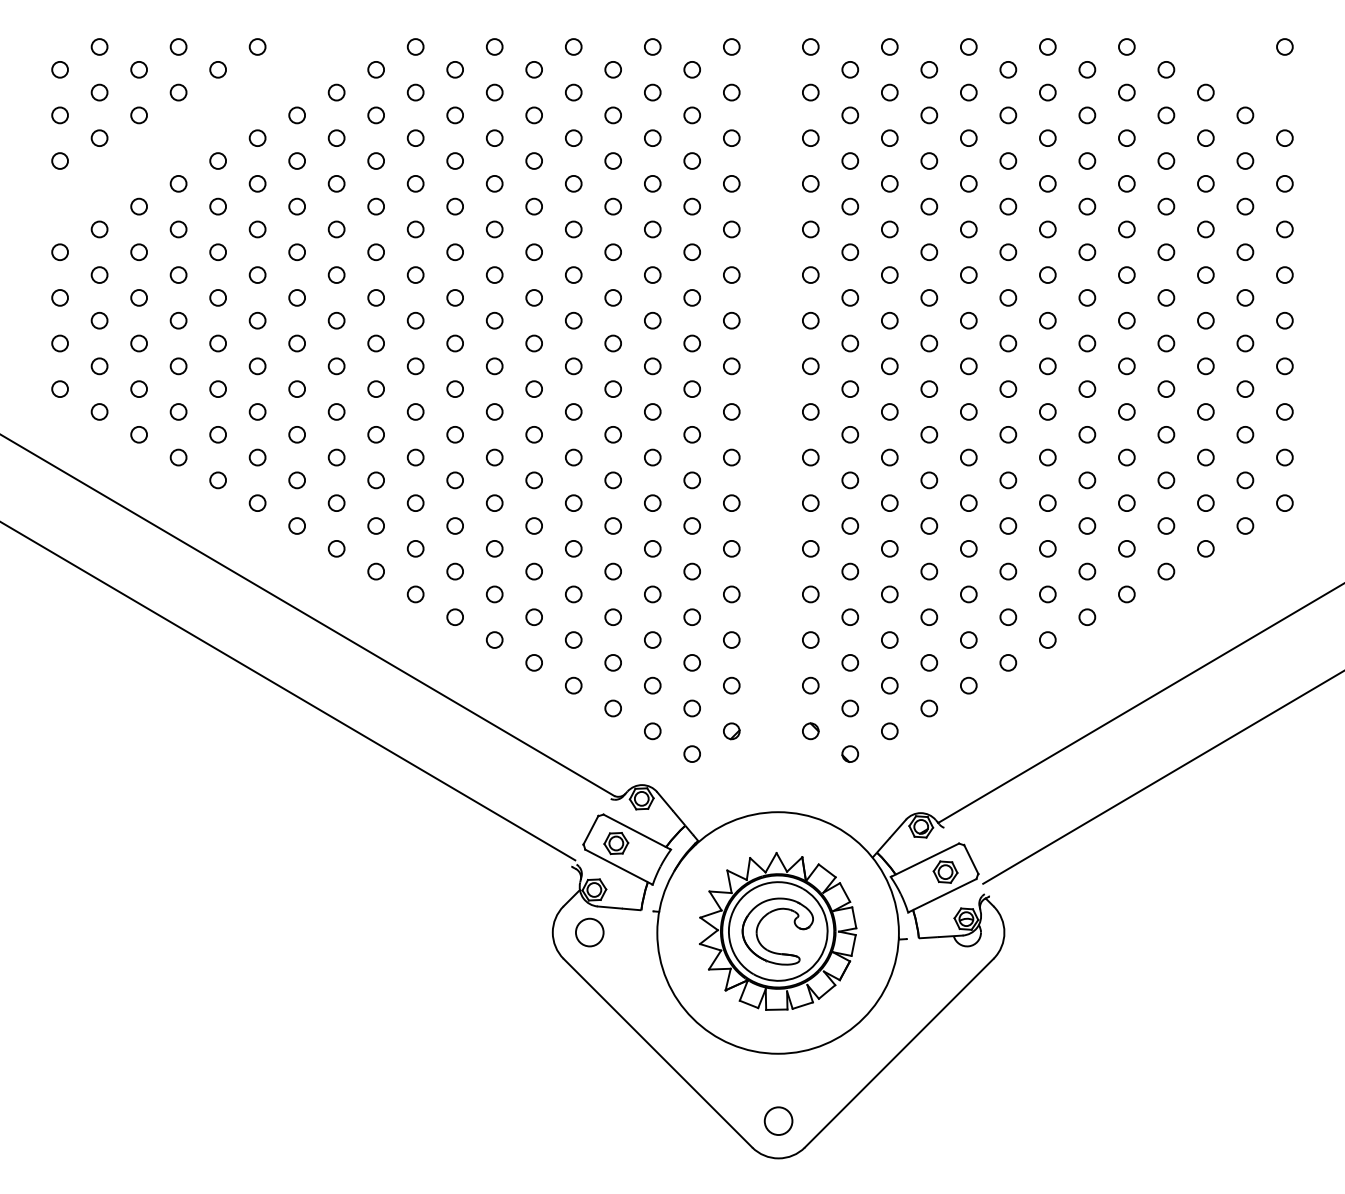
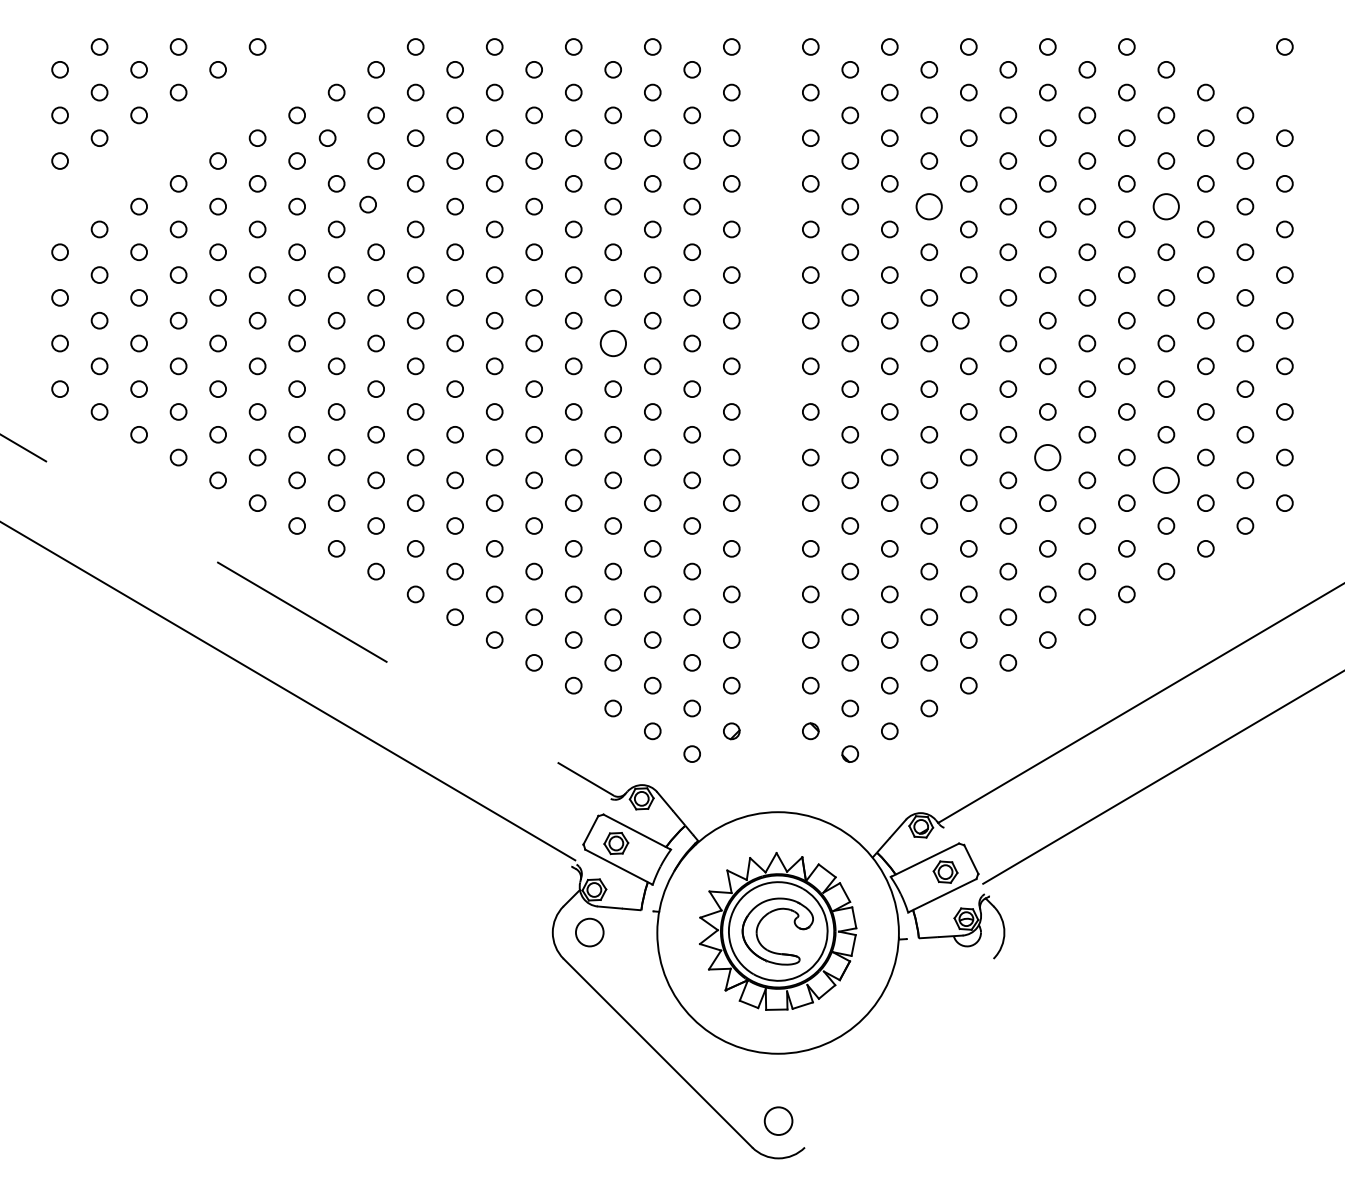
circle at (336, 137) position: (336, 137) -> (327, 137)
circle at (375, 206) position: (375, 206) -> (367, 204)
circle at (929, 206) size: 19x19 px -> 28x28 px
circle at (1166, 206) size: 19x19 px -> 28x28 px
circle at (968, 320) position: (968, 320) -> (960, 320)
circle at (612, 343) size: 18x19 px -> 28x28 px
circle at (1047, 457) size: 18x19 px -> 28x28 px
circle at (1166, 480) size: 19x19 px -> 28x28 px
line at (307, 615): solid -> dashed
line at (898, 1052): present -> none
